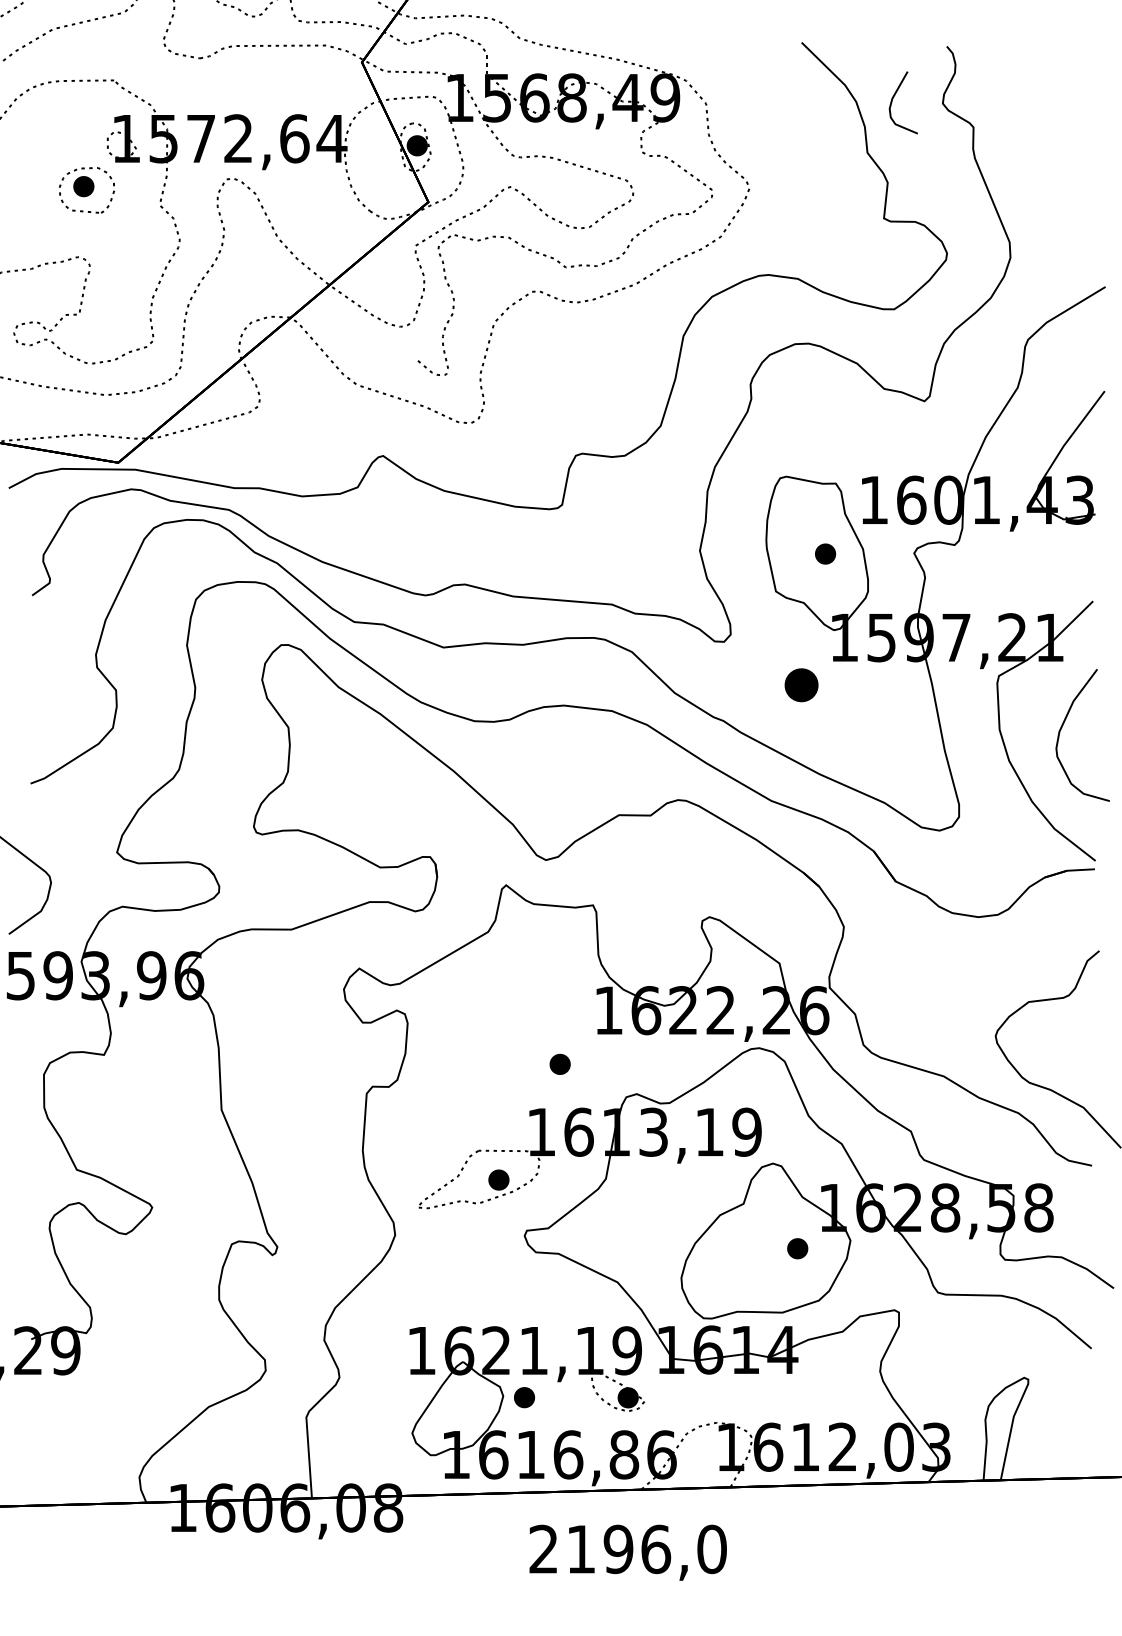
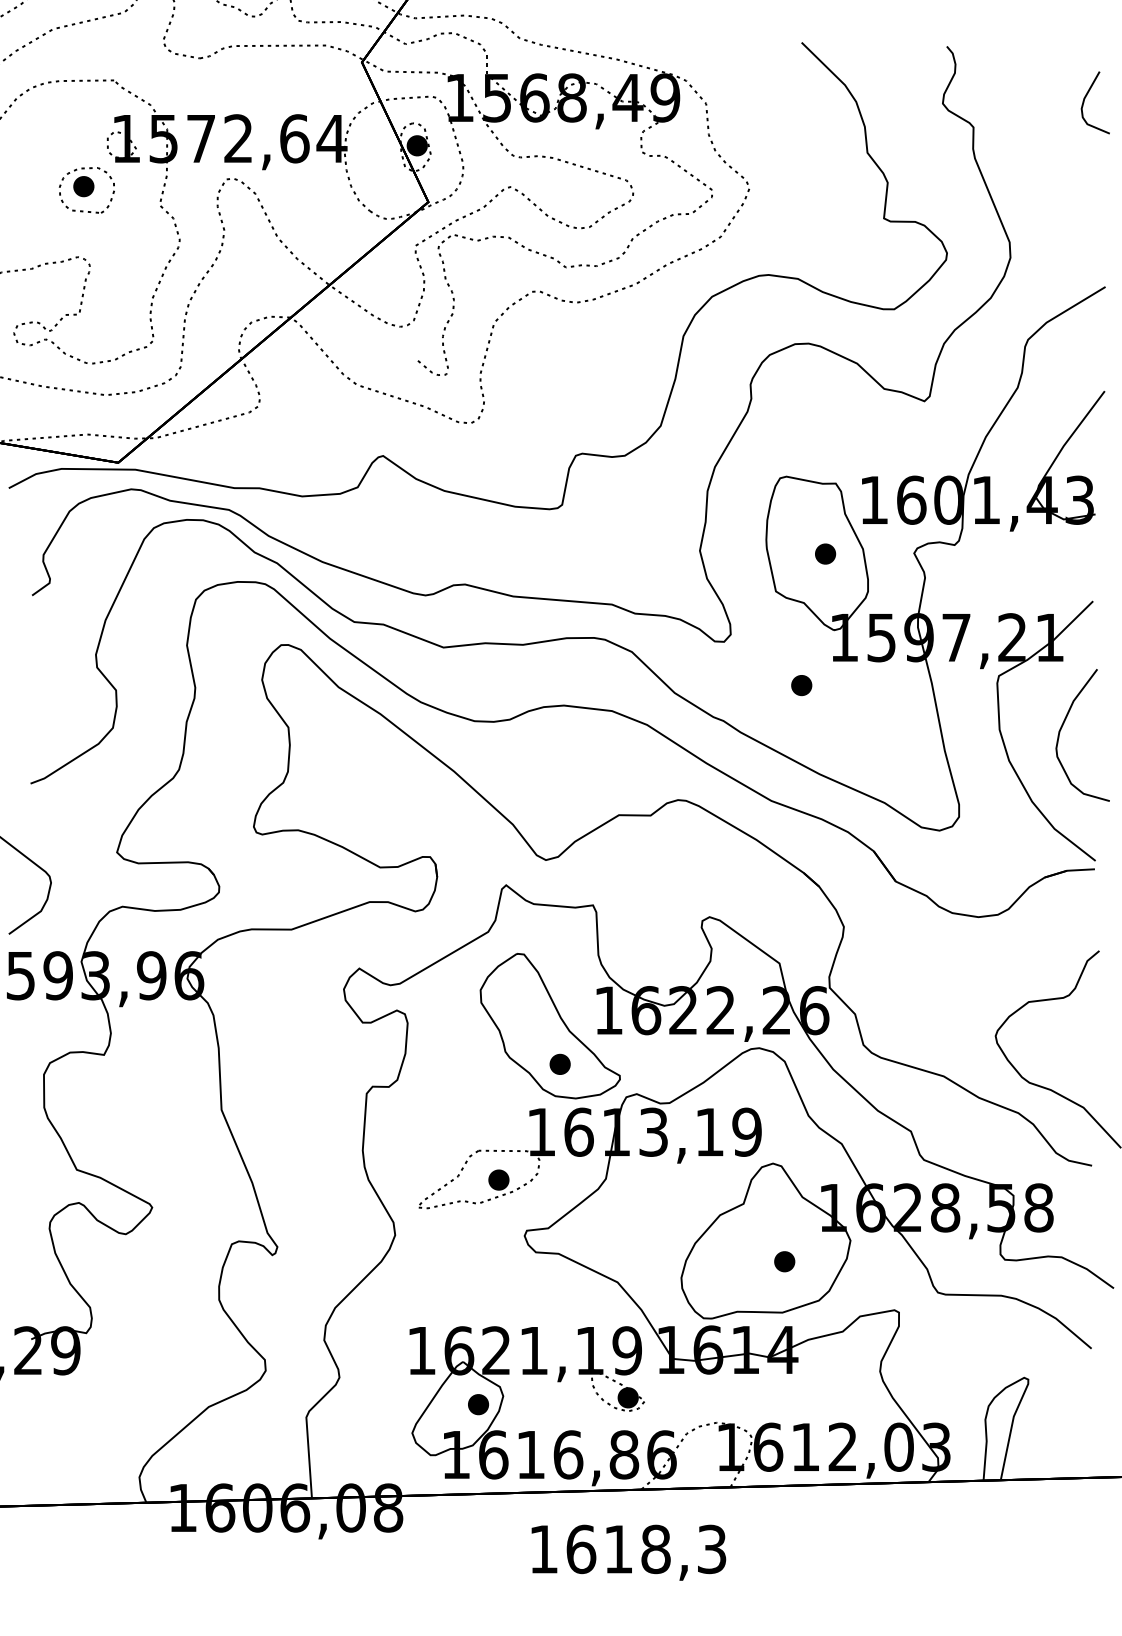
curve at (894, 97) position: (894, 97) -> (1086, 97)
part at (801, 685) size: 35x35 px -> 22x22 px
part at (549, 1026): none -> present
part at (797, 1248) position: (797, 1248) -> (784, 1261)
part at (524, 1397) position: (524, 1397) -> (478, 1404)
text at (627, 1549): 2196,0 -> 1618,3
